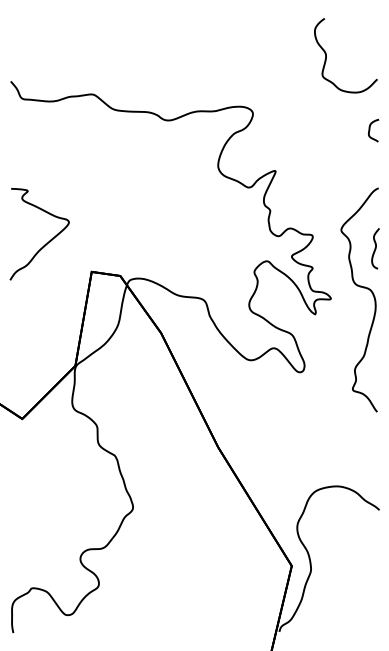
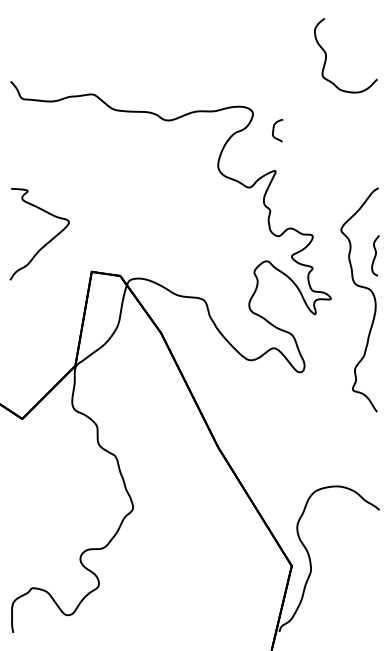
curve at (370, 130) position: (370, 130) -> (274, 130)
curve at (375, 248) position: (375, 248) -> (375, 255)
